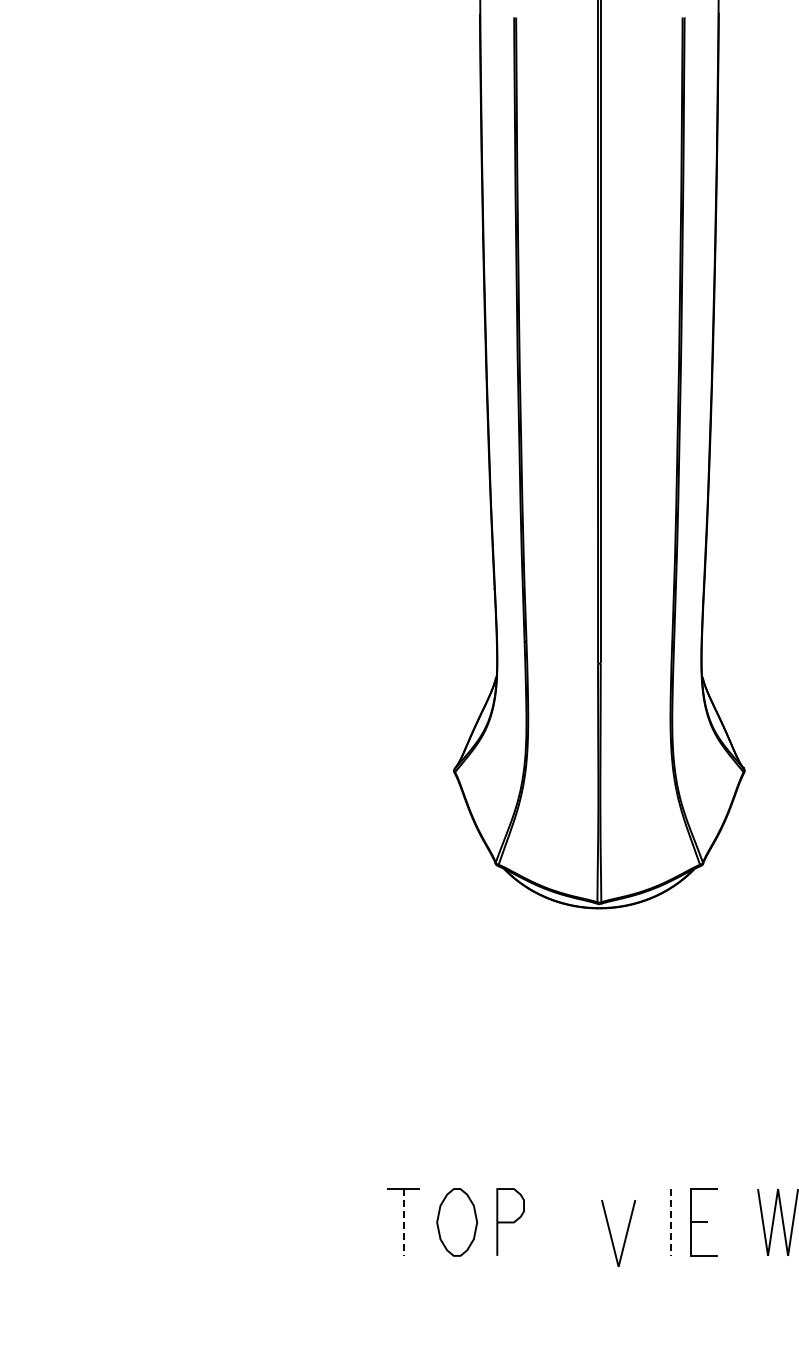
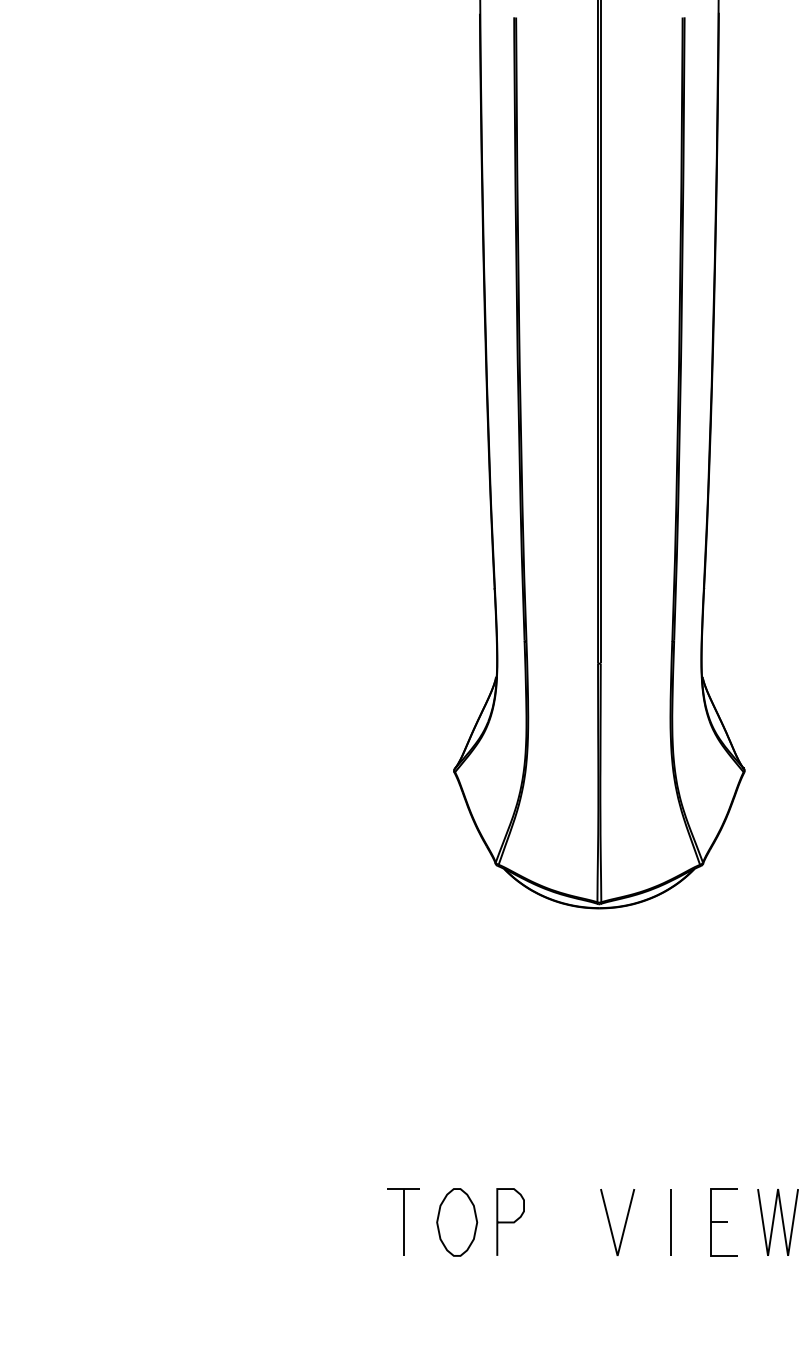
line at (403, 1222): dashed -> solid
line at (671, 1222): dashed -> solid
part at (703, 1222) position: (703, 1222) -> (723, 1222)
line at (611, 1233) position: (611, 1233) -> (610, 1222)
